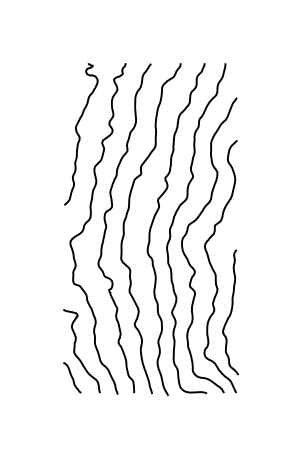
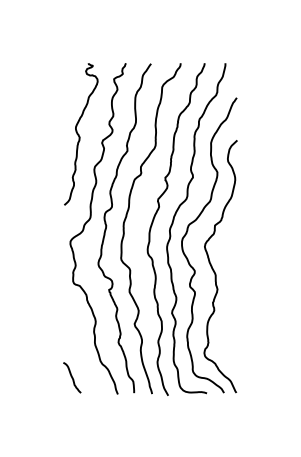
curve at (230, 312): present -> none
curve at (77, 355): present -> none
